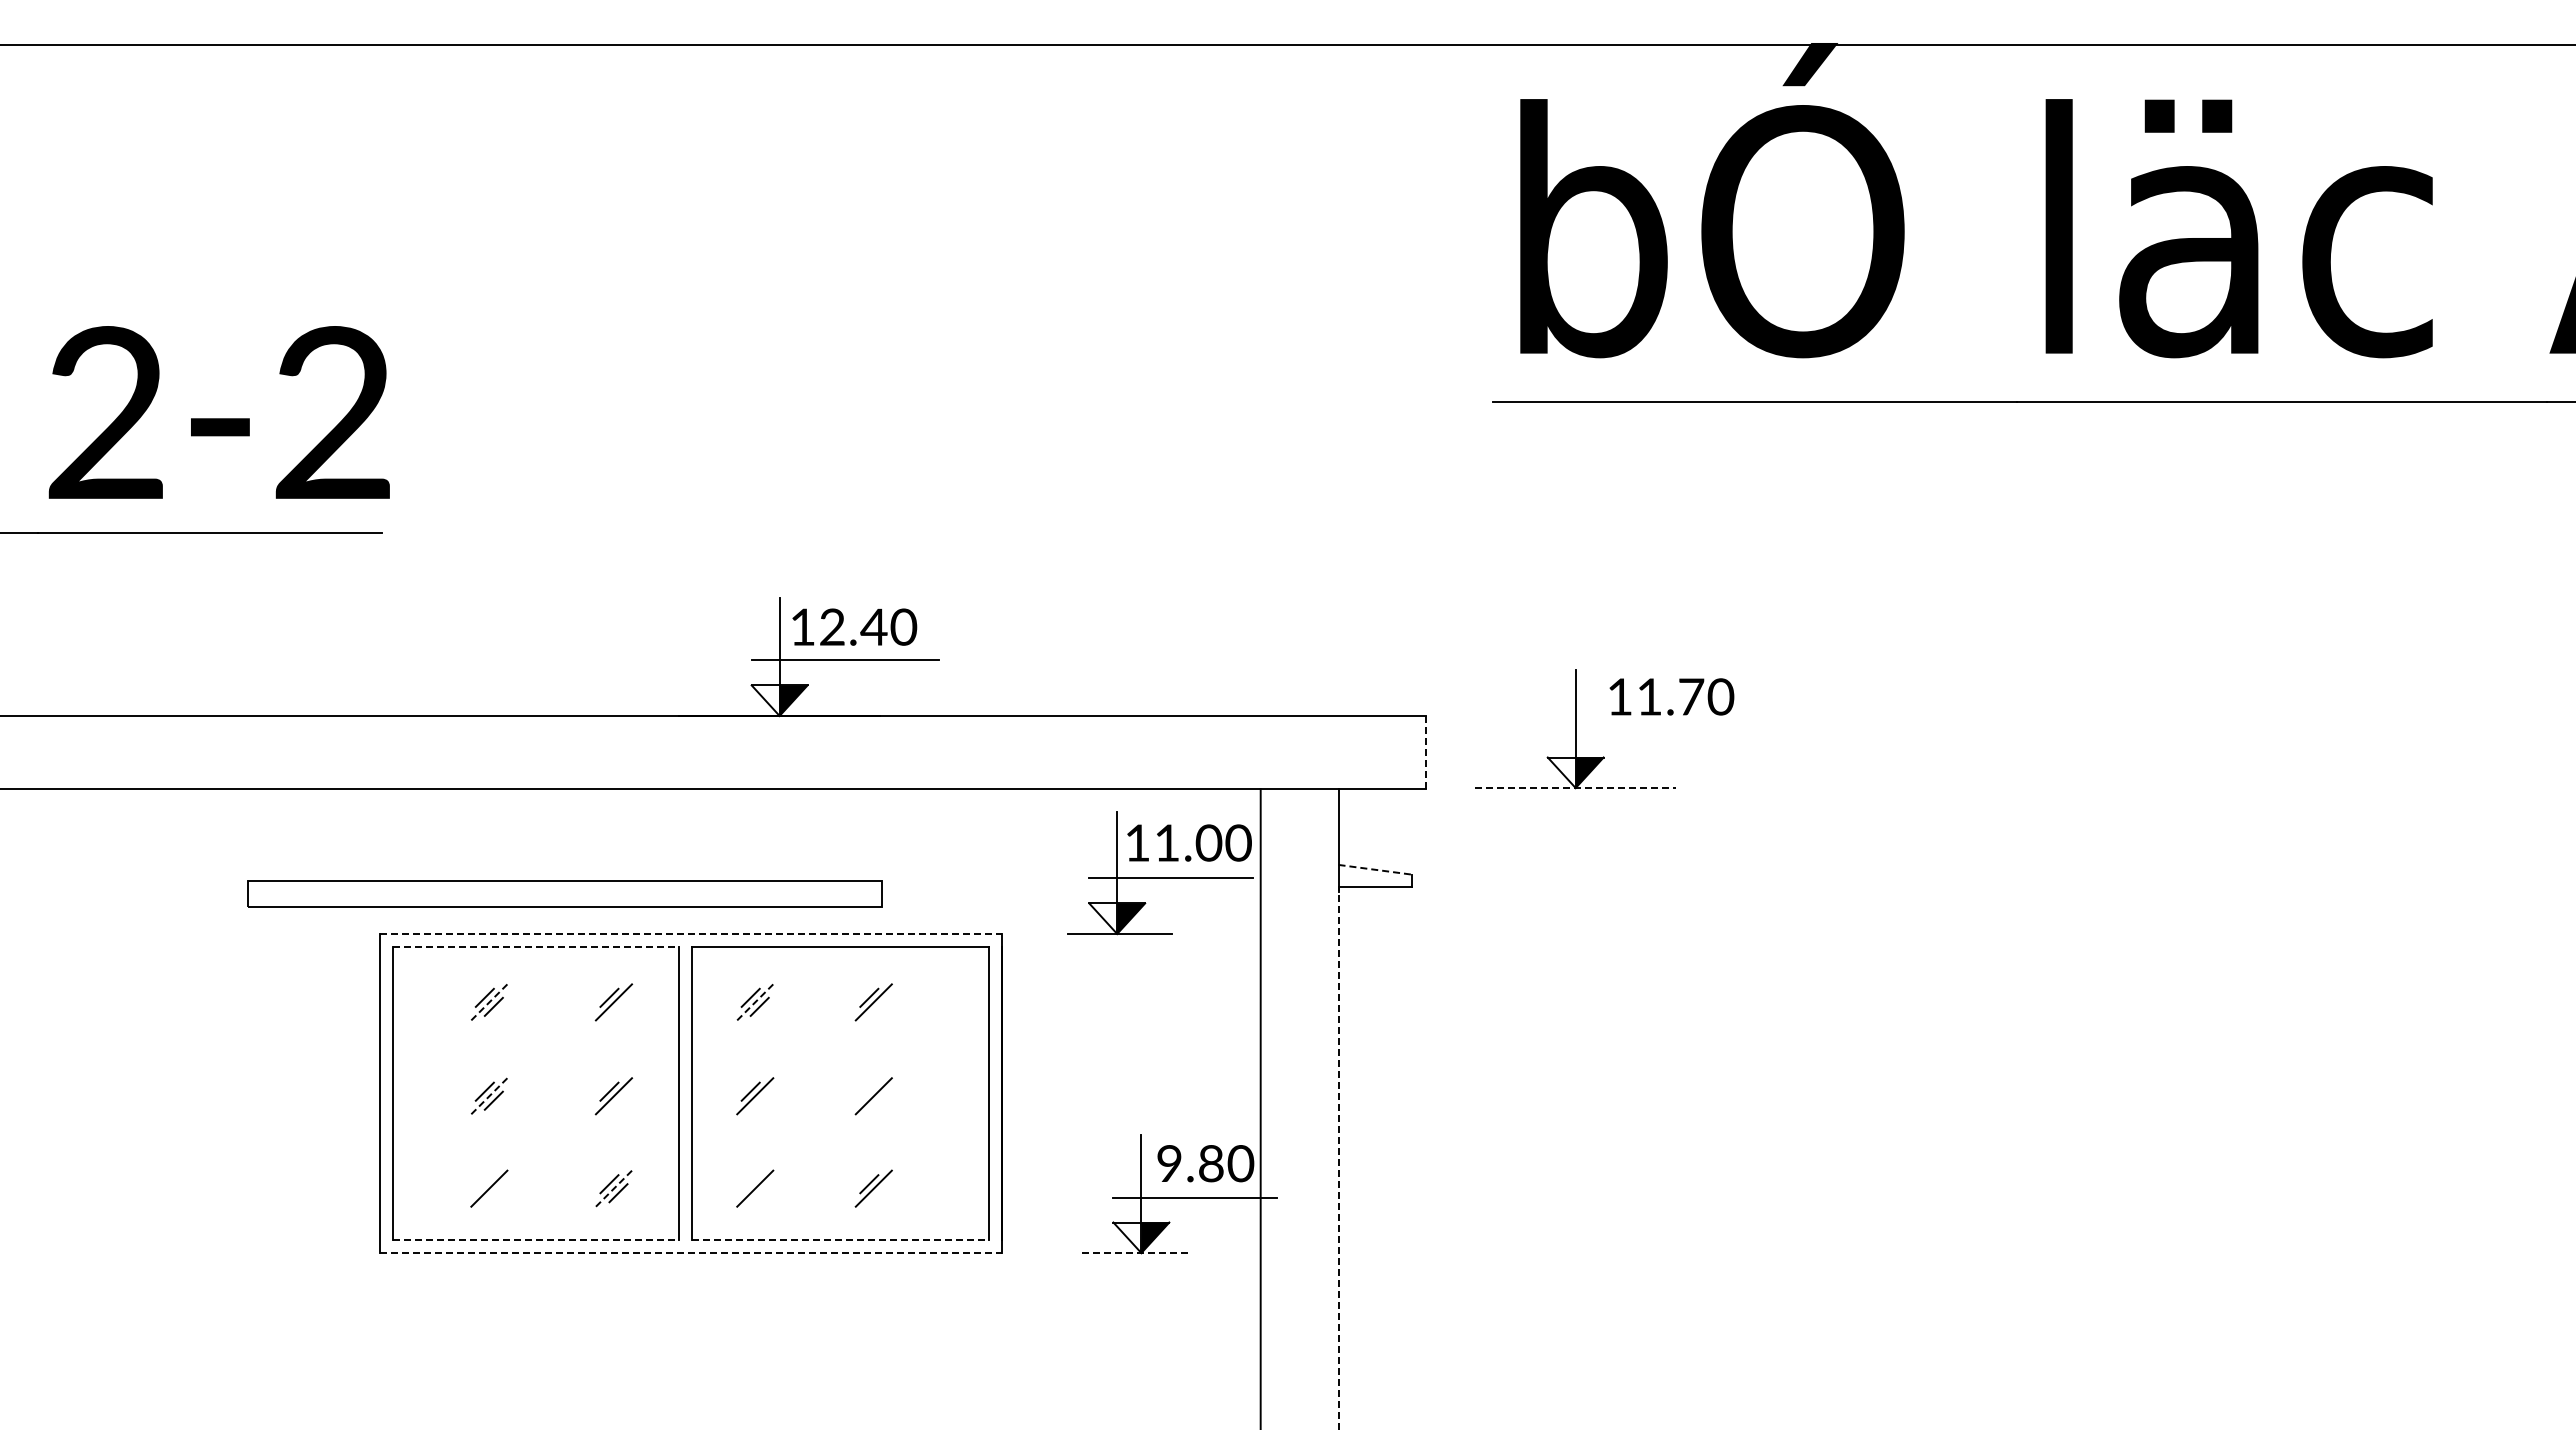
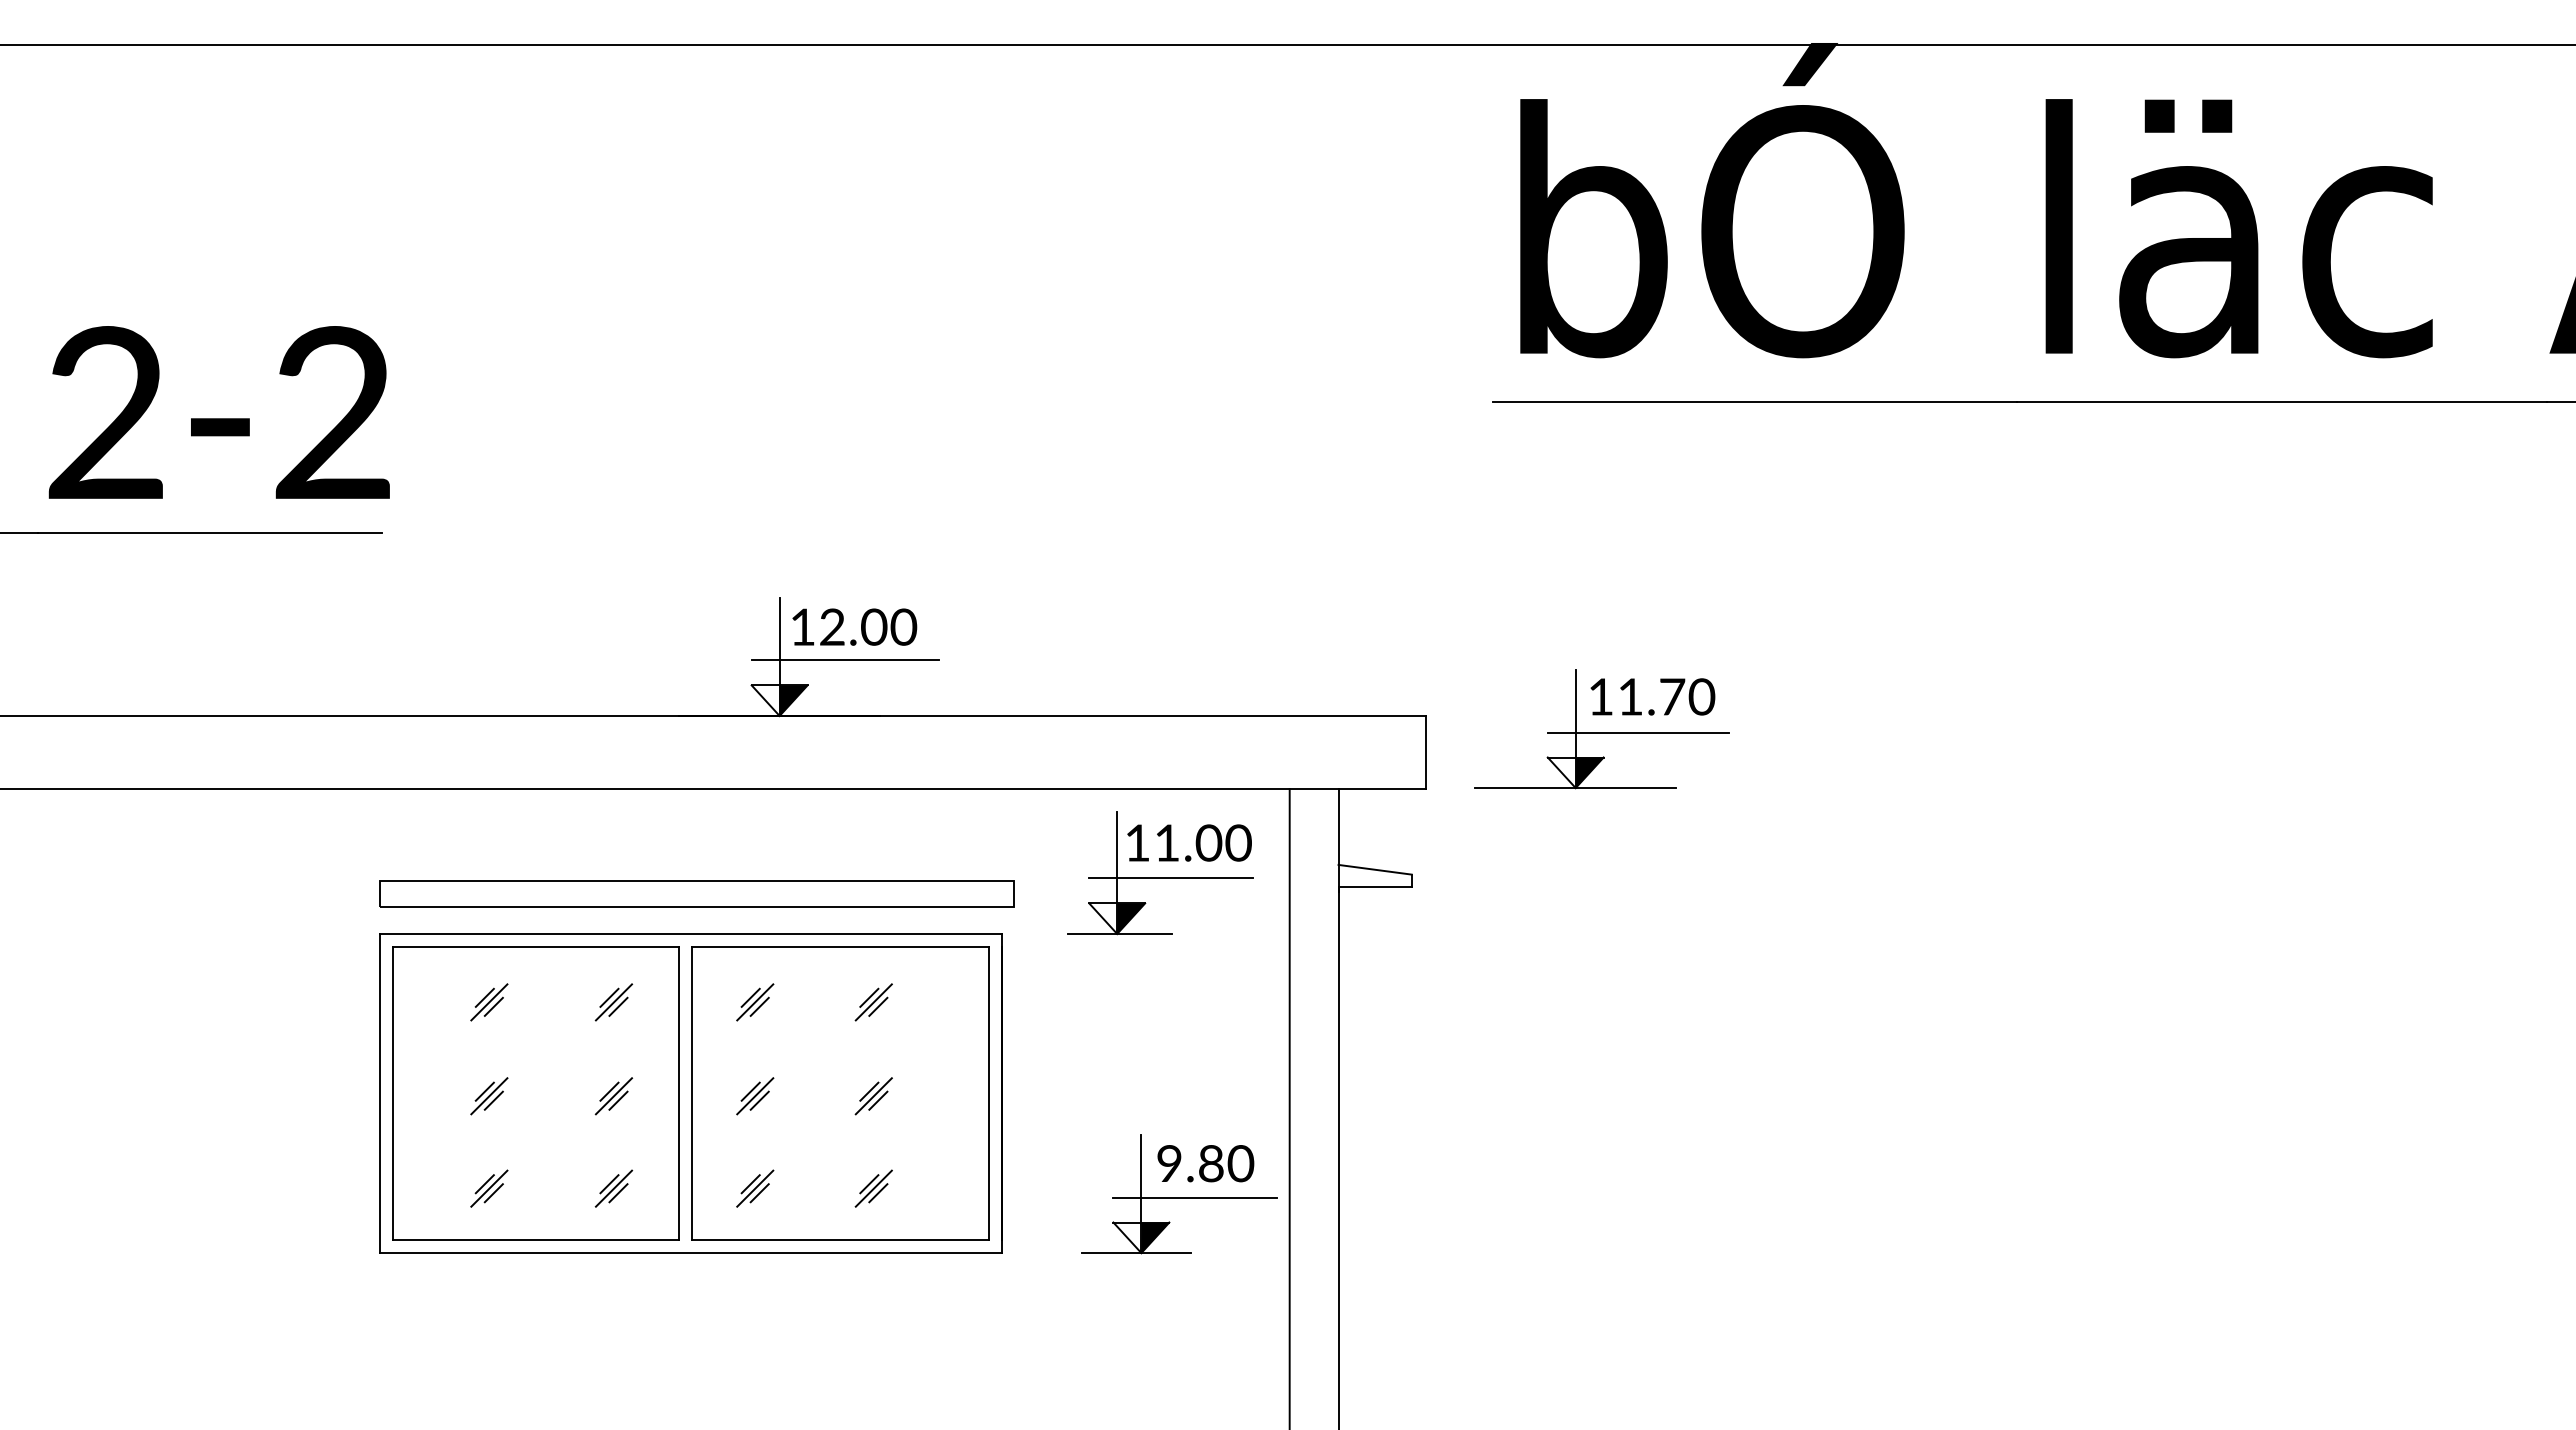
text at (873, 626): 12.40 -> 12.00
text at (1671, 696) position: (1671, 696) -> (1652, 696)
line at (1638, 732): none -> present
line at (1426, 752): dashed -> solid
line at (1575, 788): dashed -> solid
line at (1375, 869): dashed -> solid
part at (564, 893) position: (564, 893) -> (696, 893)
line at (691, 933): dashed -> solid
line at (535, 947): dashed -> solid
line at (489, 1002): dashed -> solid
line at (755, 1002): dashed -> solid
line at (618, 1006): none -> present
line at (878, 1006): none -> present
line at (869, 1091): none -> present
line at (489, 1095): dashed -> solid
line at (618, 1100): none -> present
line at (759, 1100): none -> present
line at (878, 1100): none -> present
line at (1260, 1107) position: (1260, 1107) -> (1289, 1107)
line at (1338, 1157): dashed -> solid
line at (484, 1184): none -> present
line at (750, 1184): none -> present
line at (614, 1188): dashed -> solid
line at (493, 1193): none -> present
line at (759, 1193): none -> present
line at (878, 1193): none -> present
line at (536, 1240): dashed -> solid
line at (840, 1240): dashed -> solid
line at (691, 1253): dashed -> solid
line at (1136, 1253): dashed -> solid
